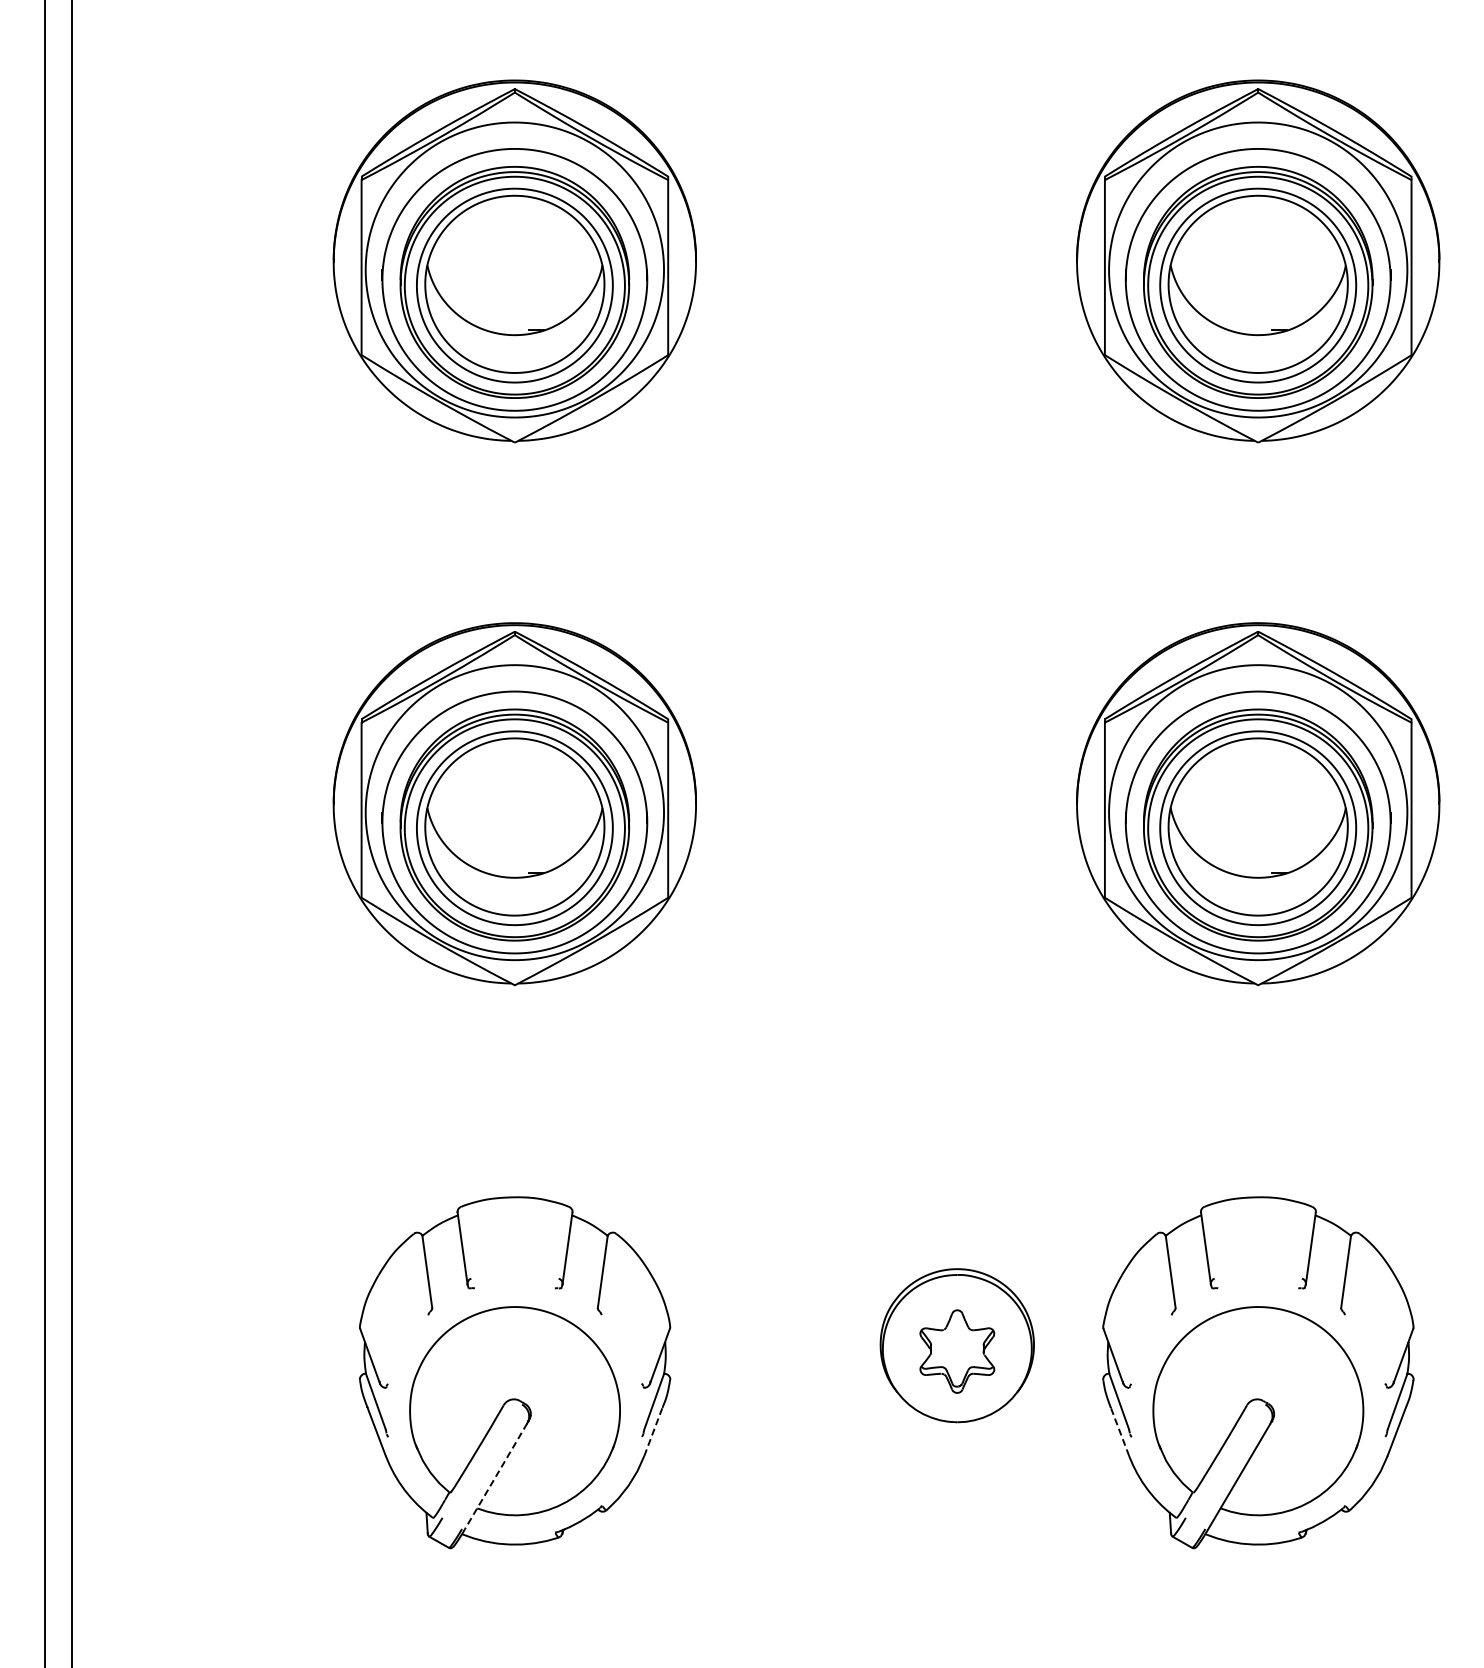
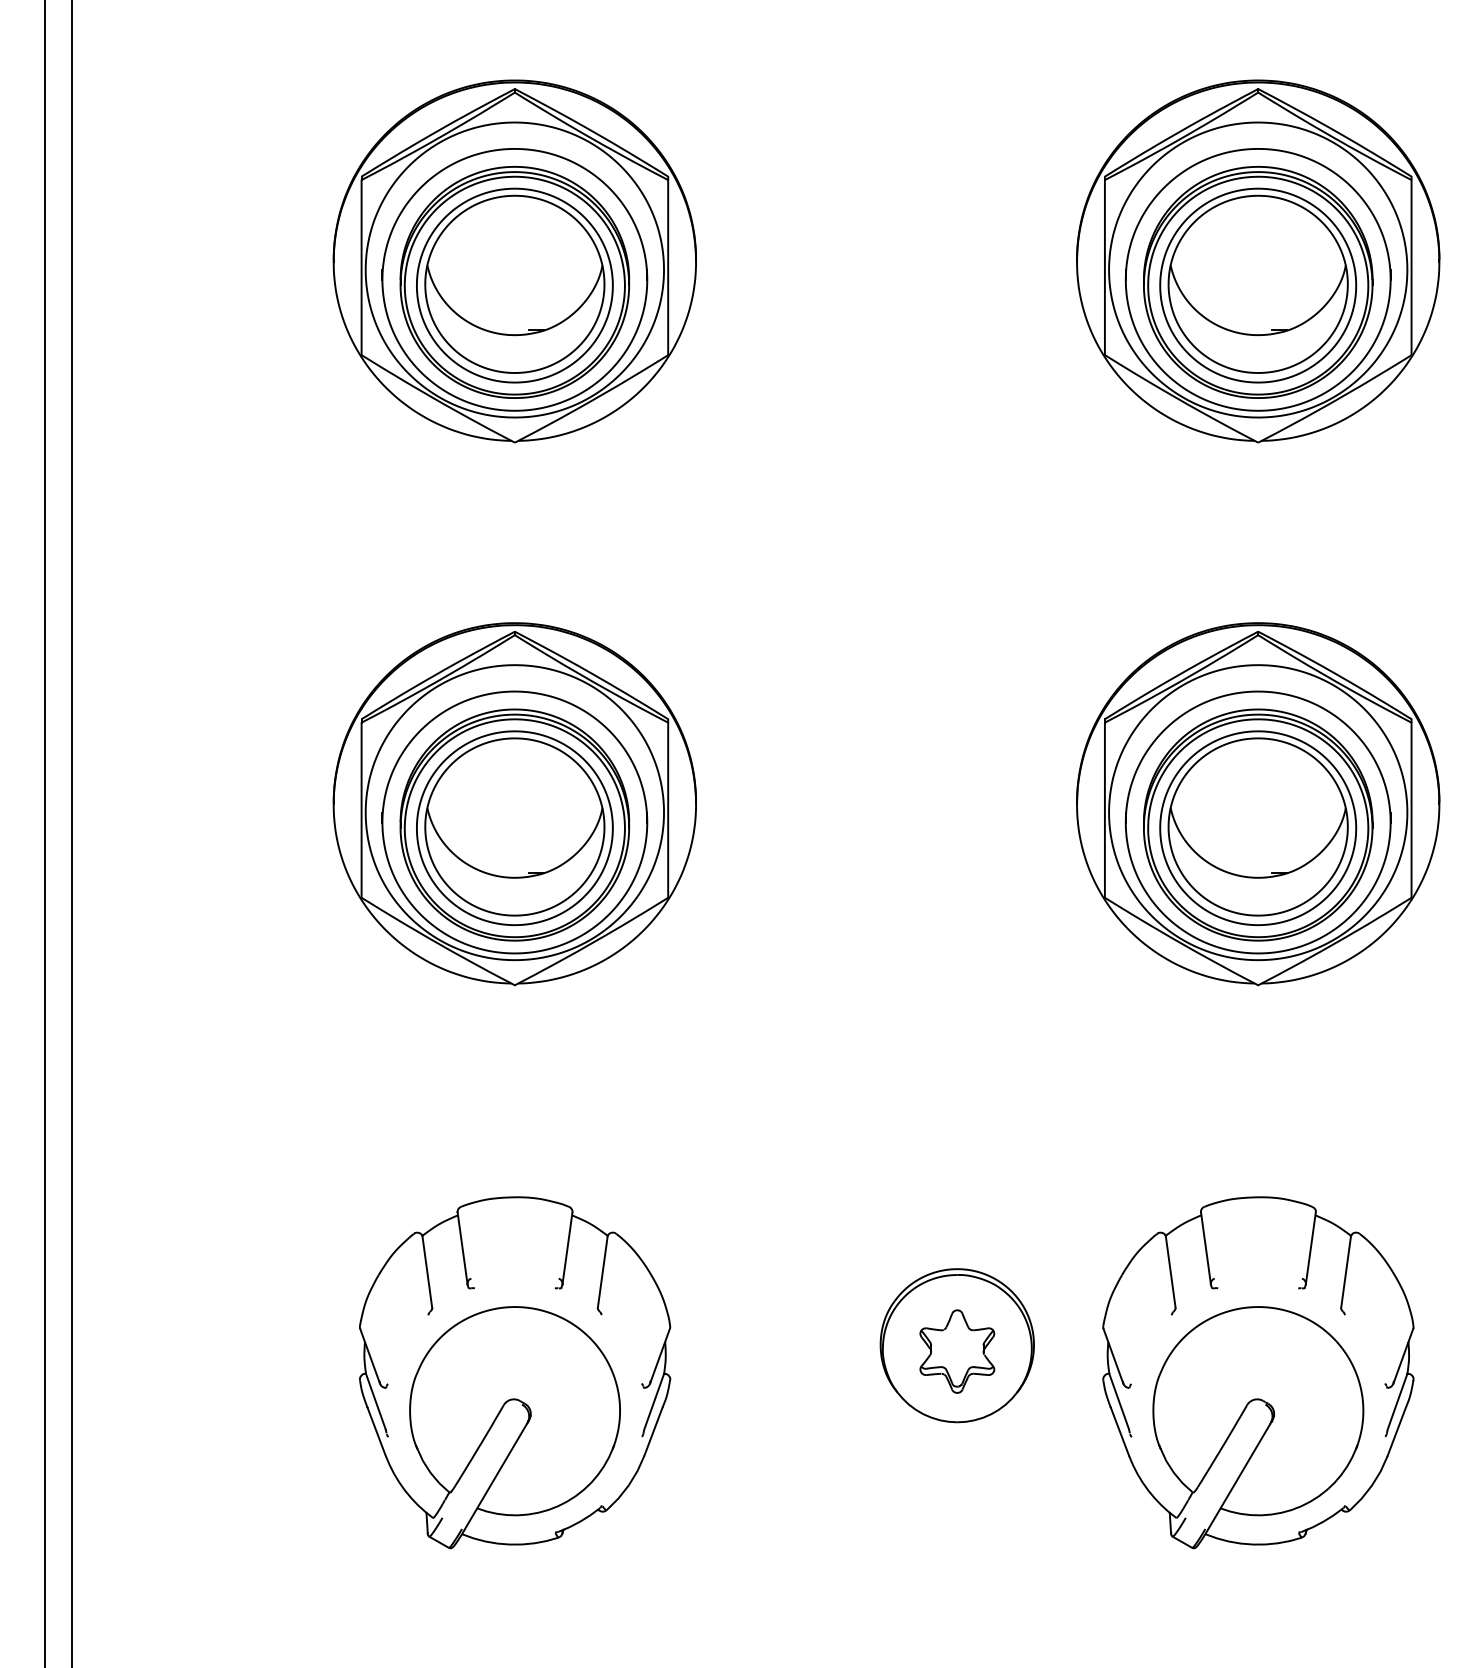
line at (653, 1431): dashed -> solid
line at (1120, 1431): dashed -> solid
line at (495, 1476): dashed -> solid
